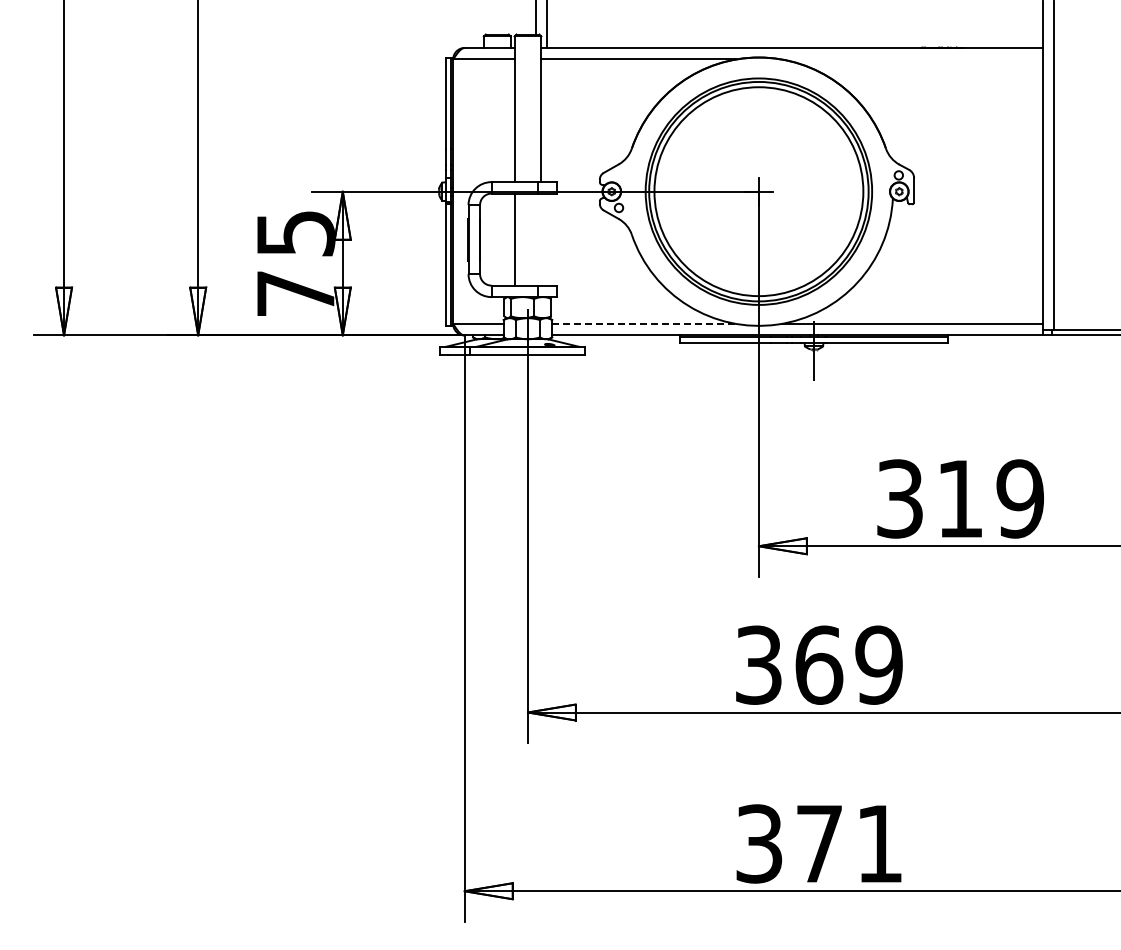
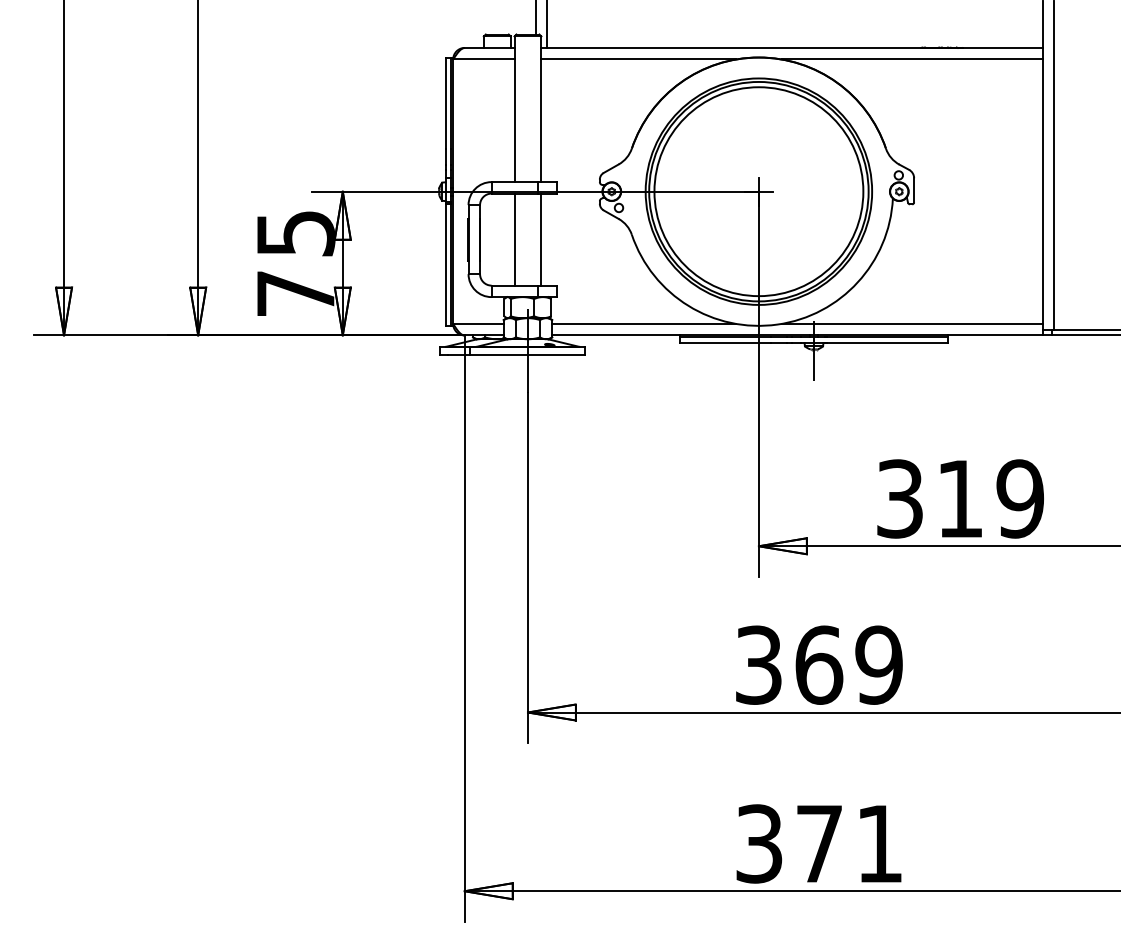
line at (911, 59): none -> present
line at (541, 239): none -> present
line at (644, 323): dashed -> solid
